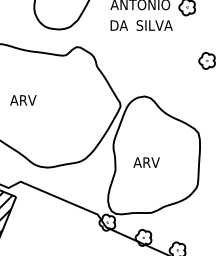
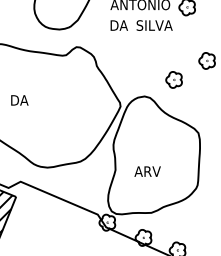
part at (173, 79): none -> present
text at (23, 100): ARV -> DA
text at (146, 162) position: (146, 162) -> (147, 171)
